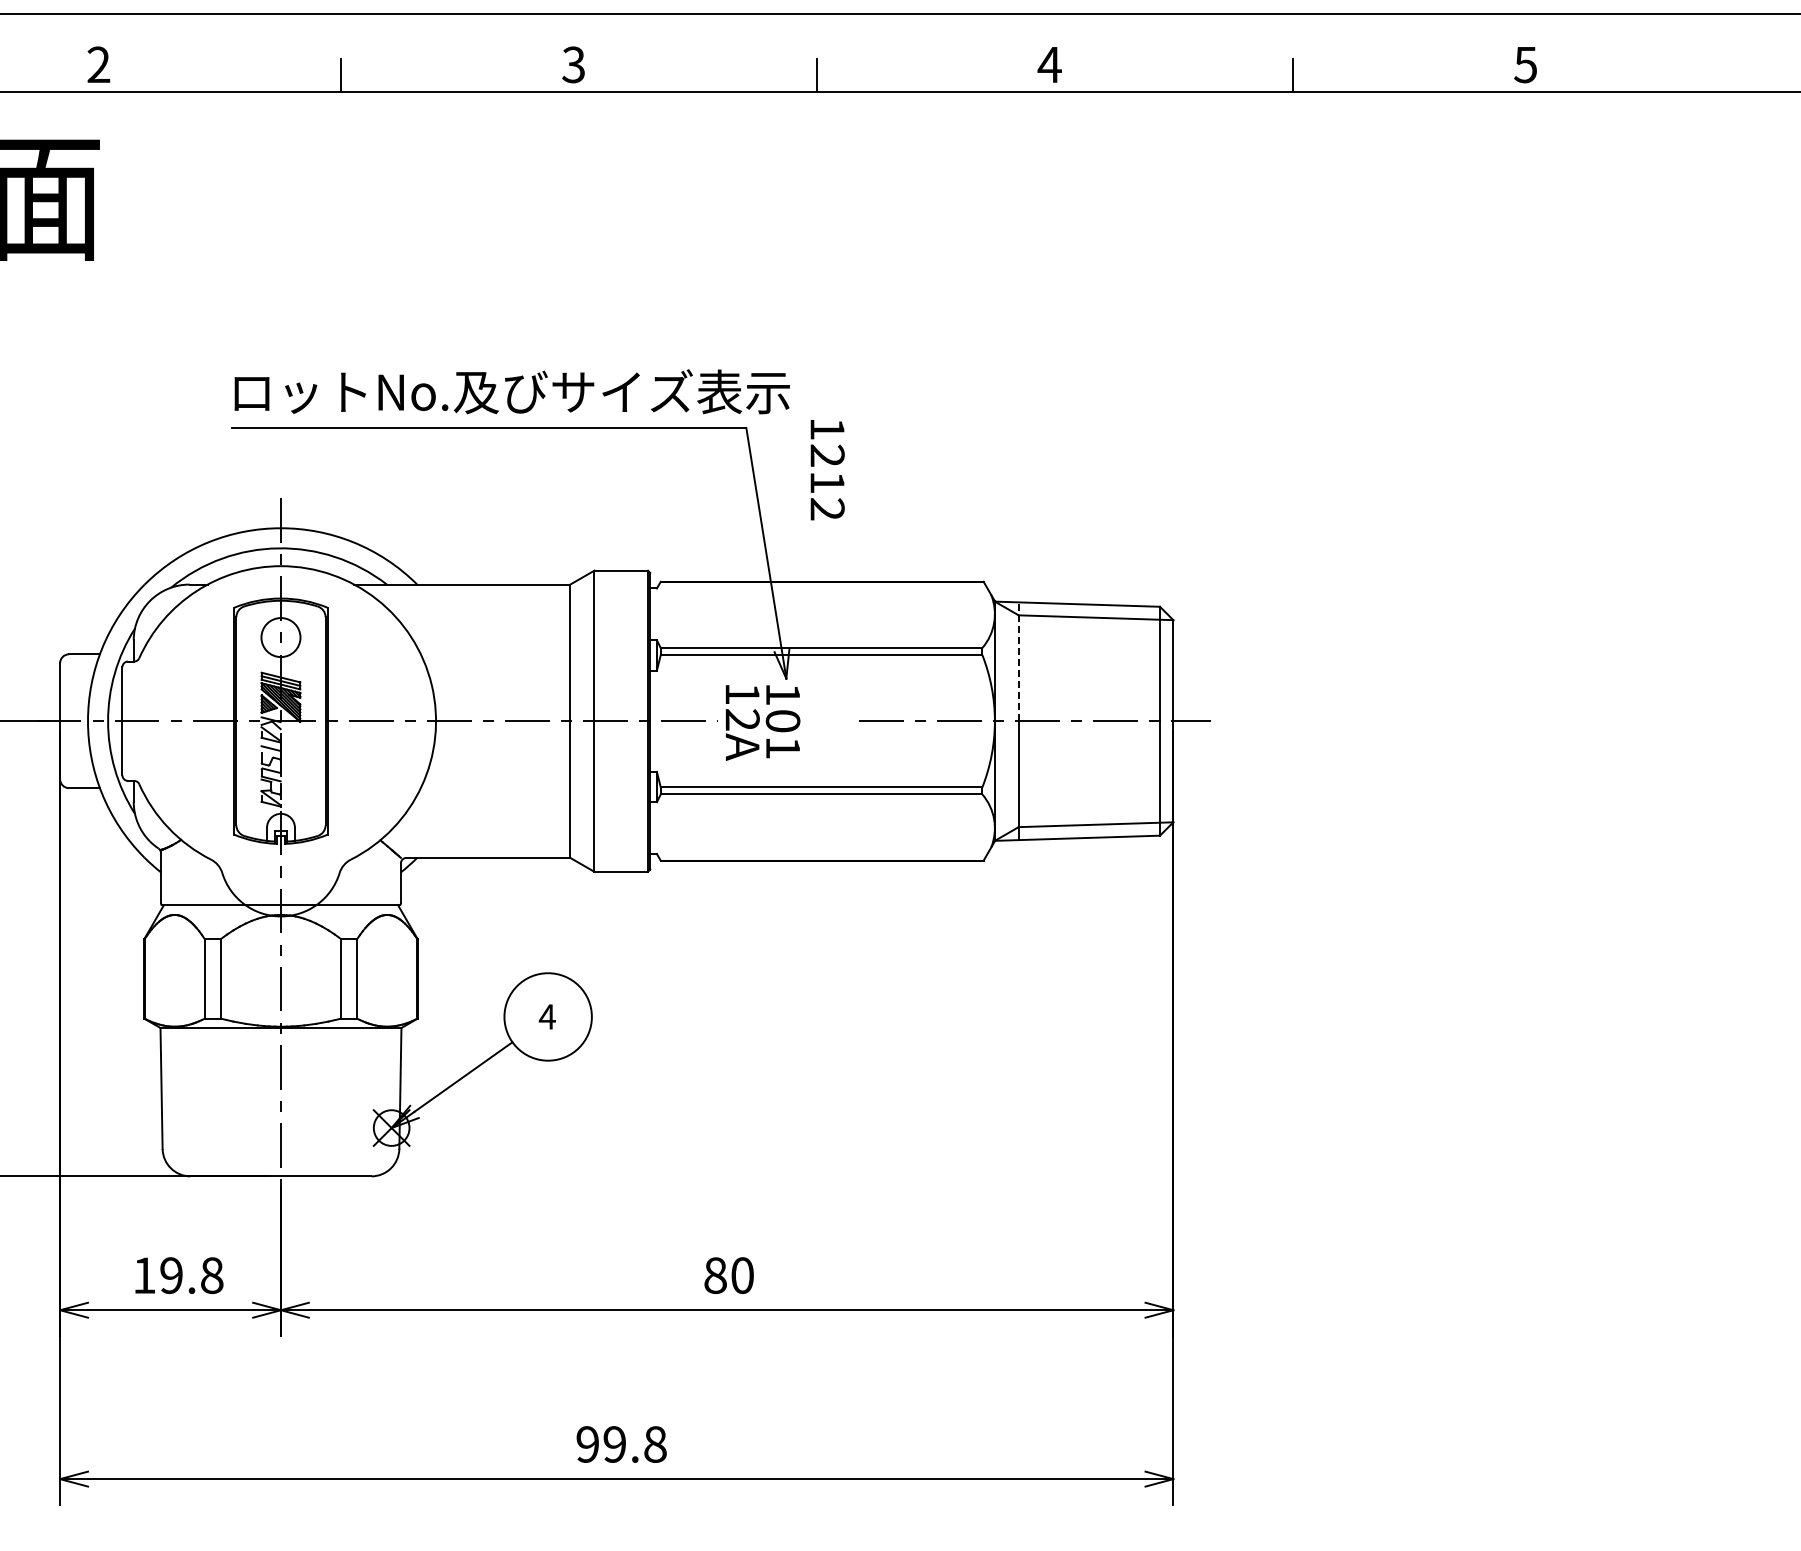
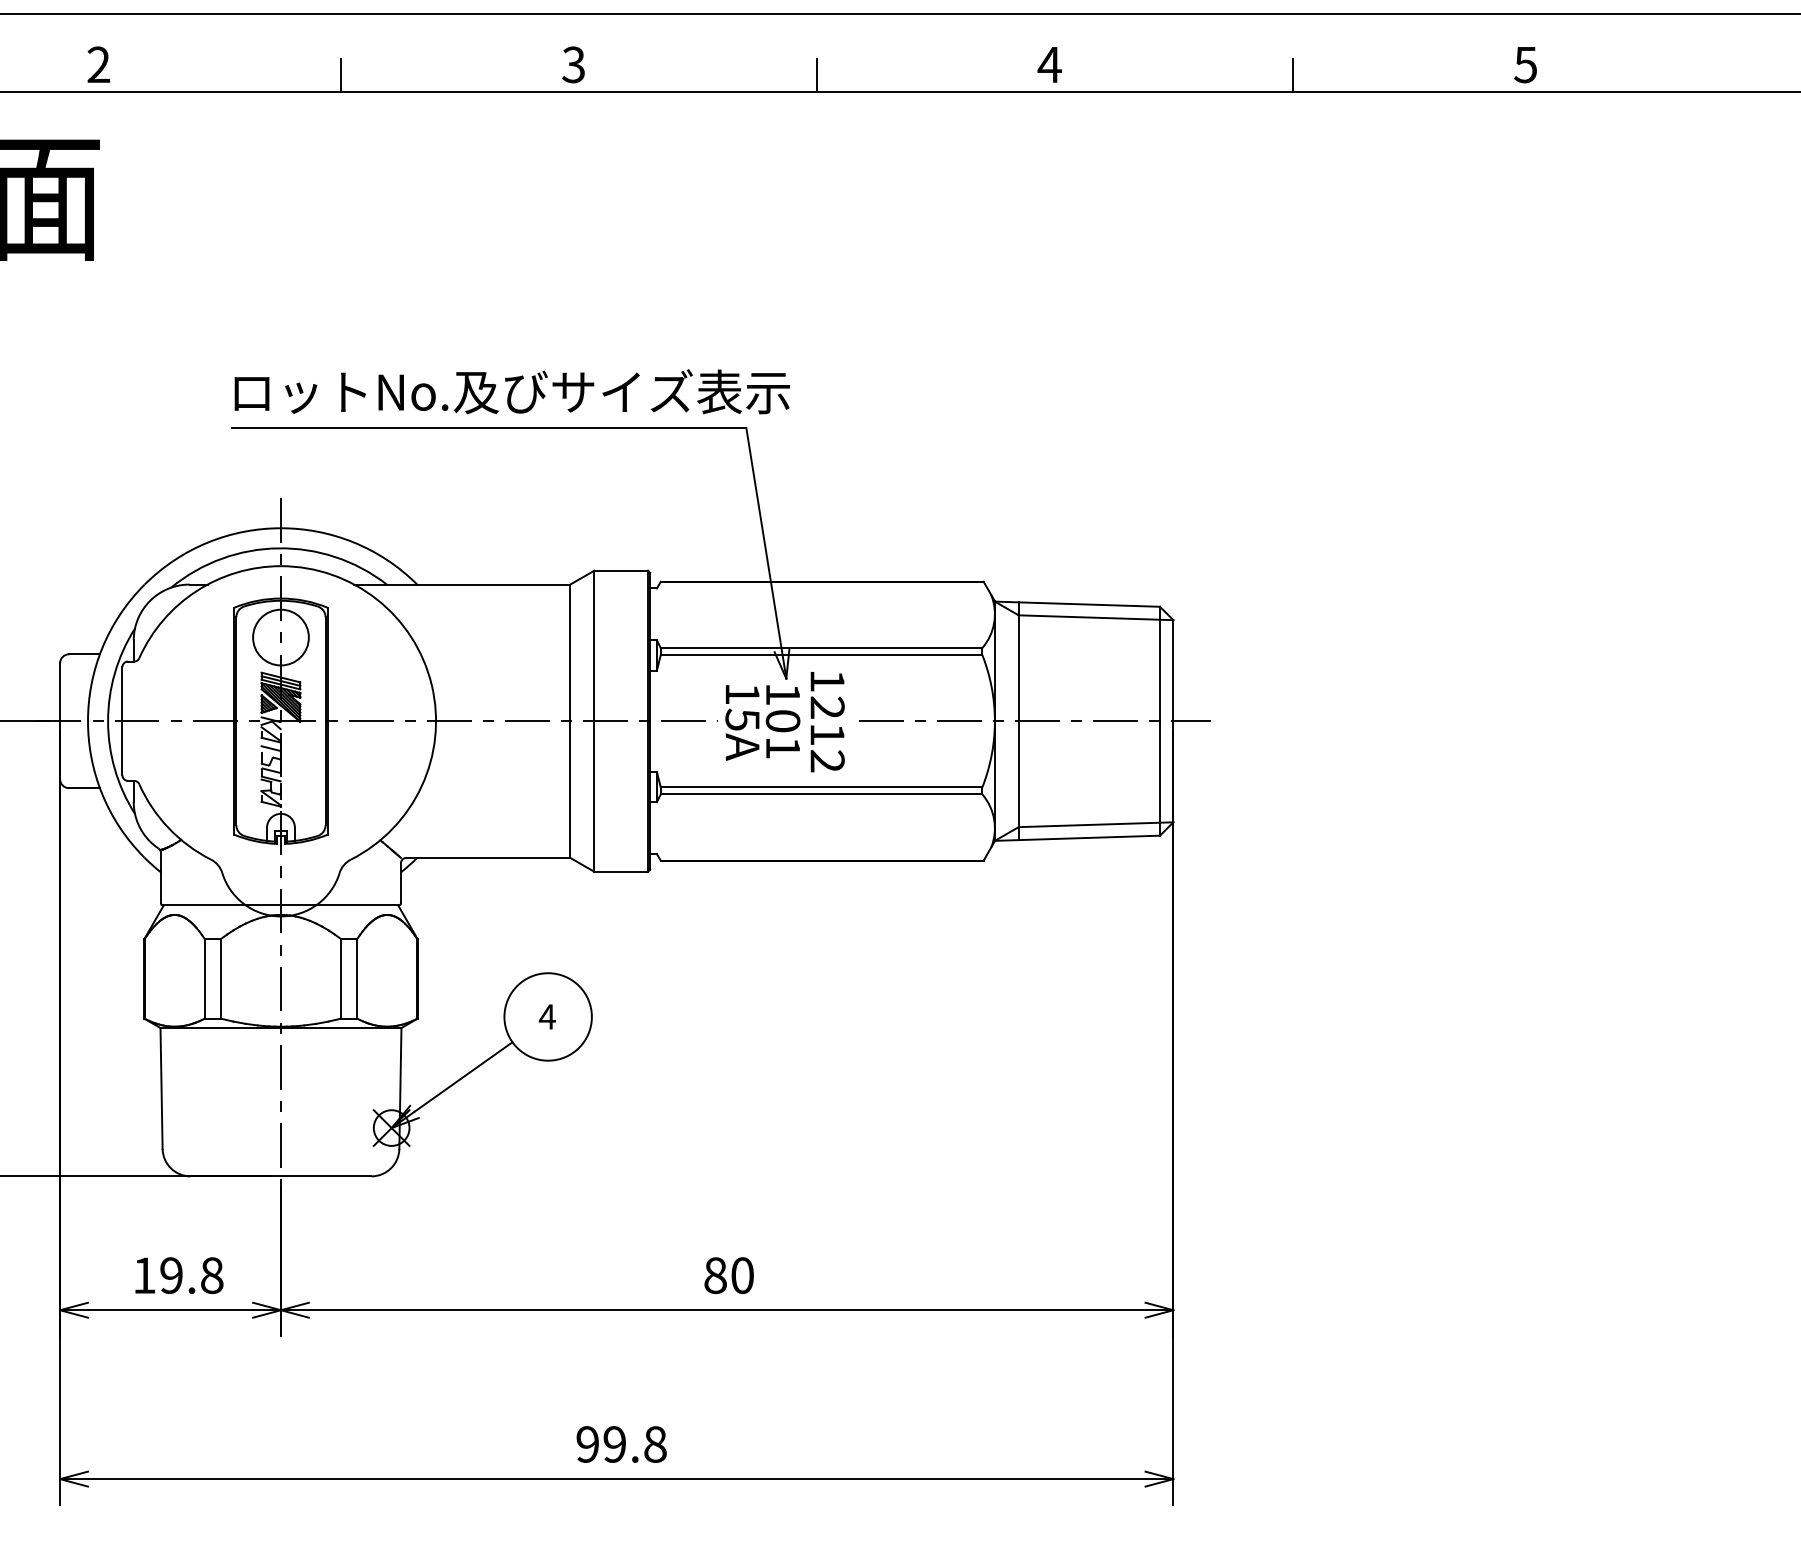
text at (827, 470) position: (827, 470) -> (827, 722)
circle at (280, 637) diameter: 39 px -> 56 px
line at (1018, 661): dashed -> solid
text at (742, 719): 12A -> 15A
